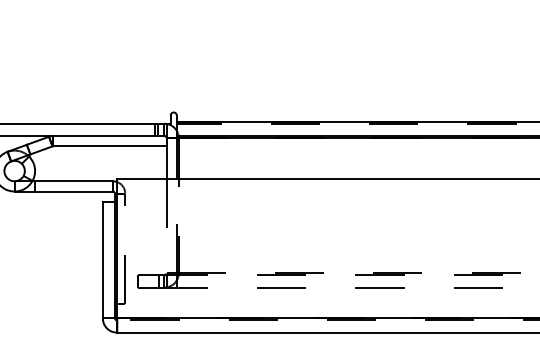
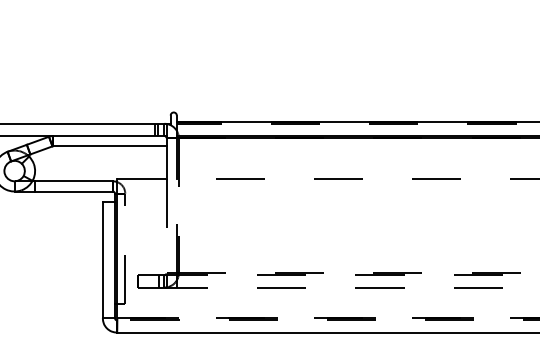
line at (328, 179): solid -> dashed
line at (328, 318): solid -> dashed
